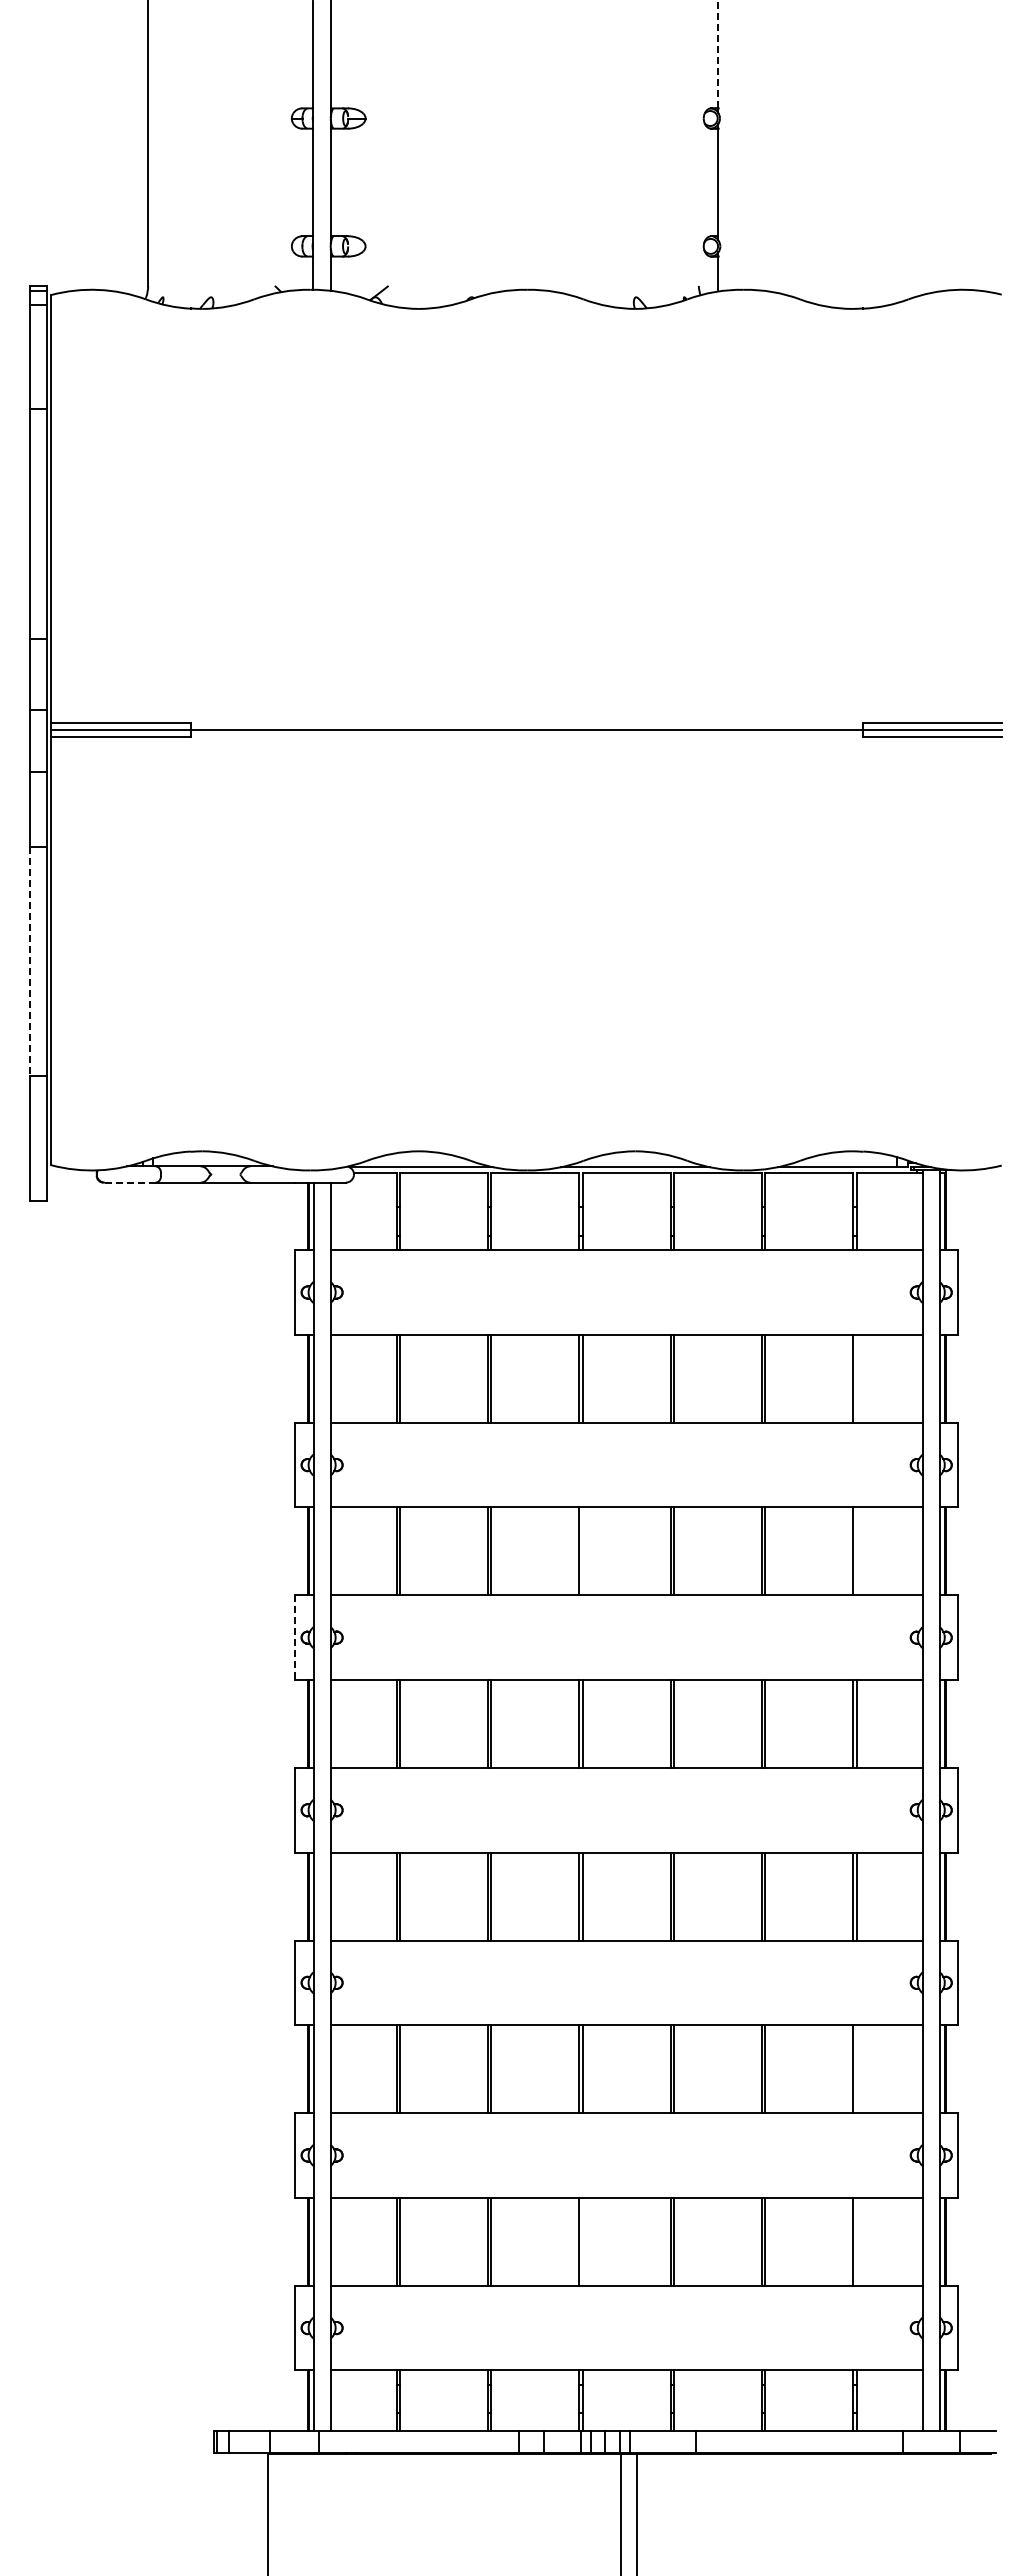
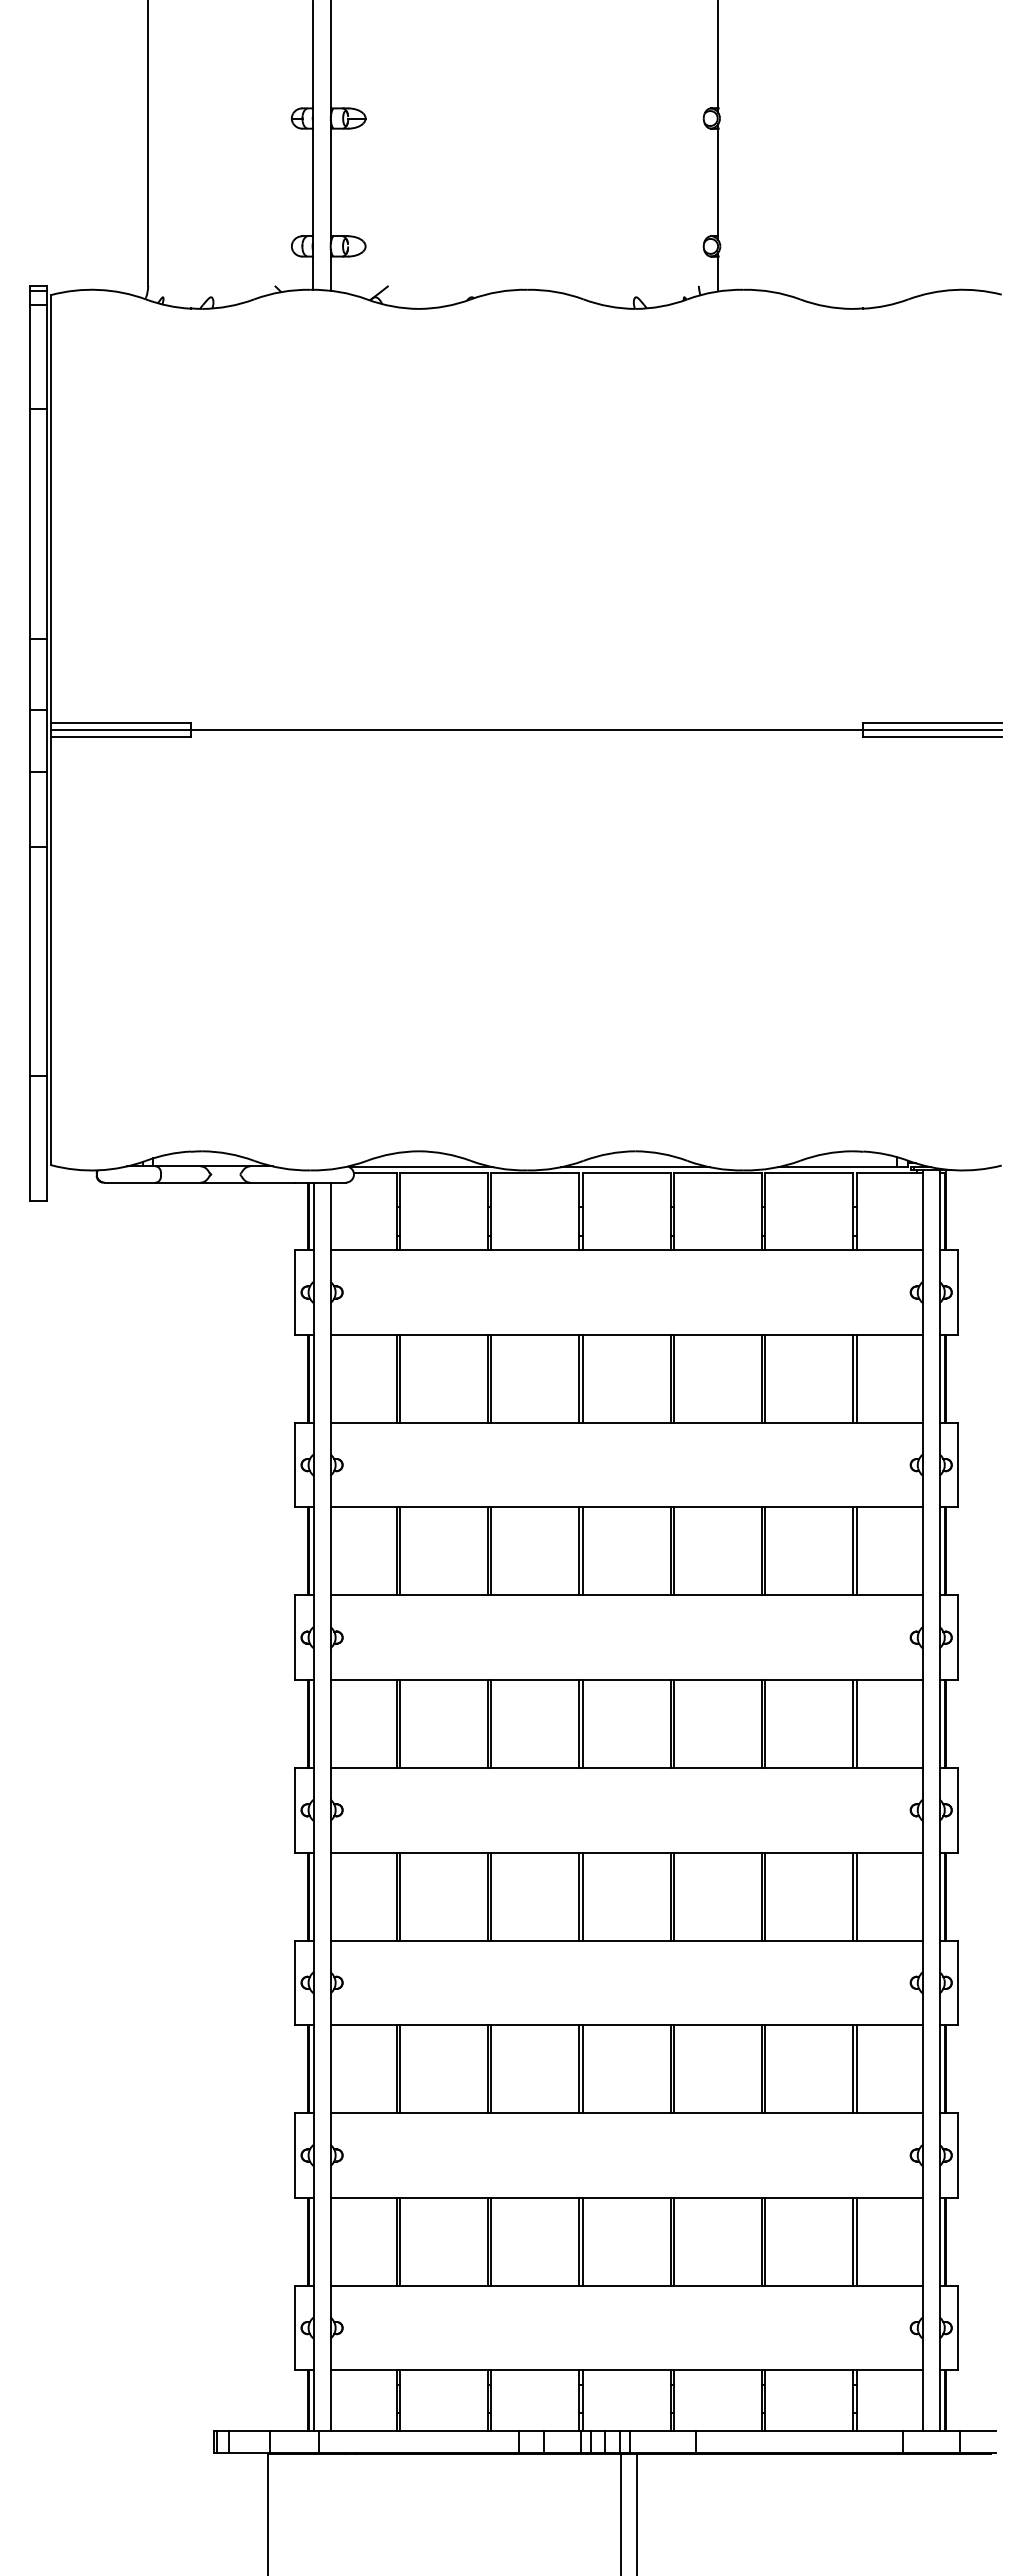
line at (718, 54): dashed -> solid
line at (30, 961): dashed -> solid
line at (130, 1182): dashed -> solid
line at (856, 1378): none -> present
line at (582, 1551): none -> present
line at (856, 1551): none -> present
line at (295, 1638): dashed -> solid
line at (856, 2069): none -> present
line at (582, 2241): none -> present
line at (856, 2241): none -> present
